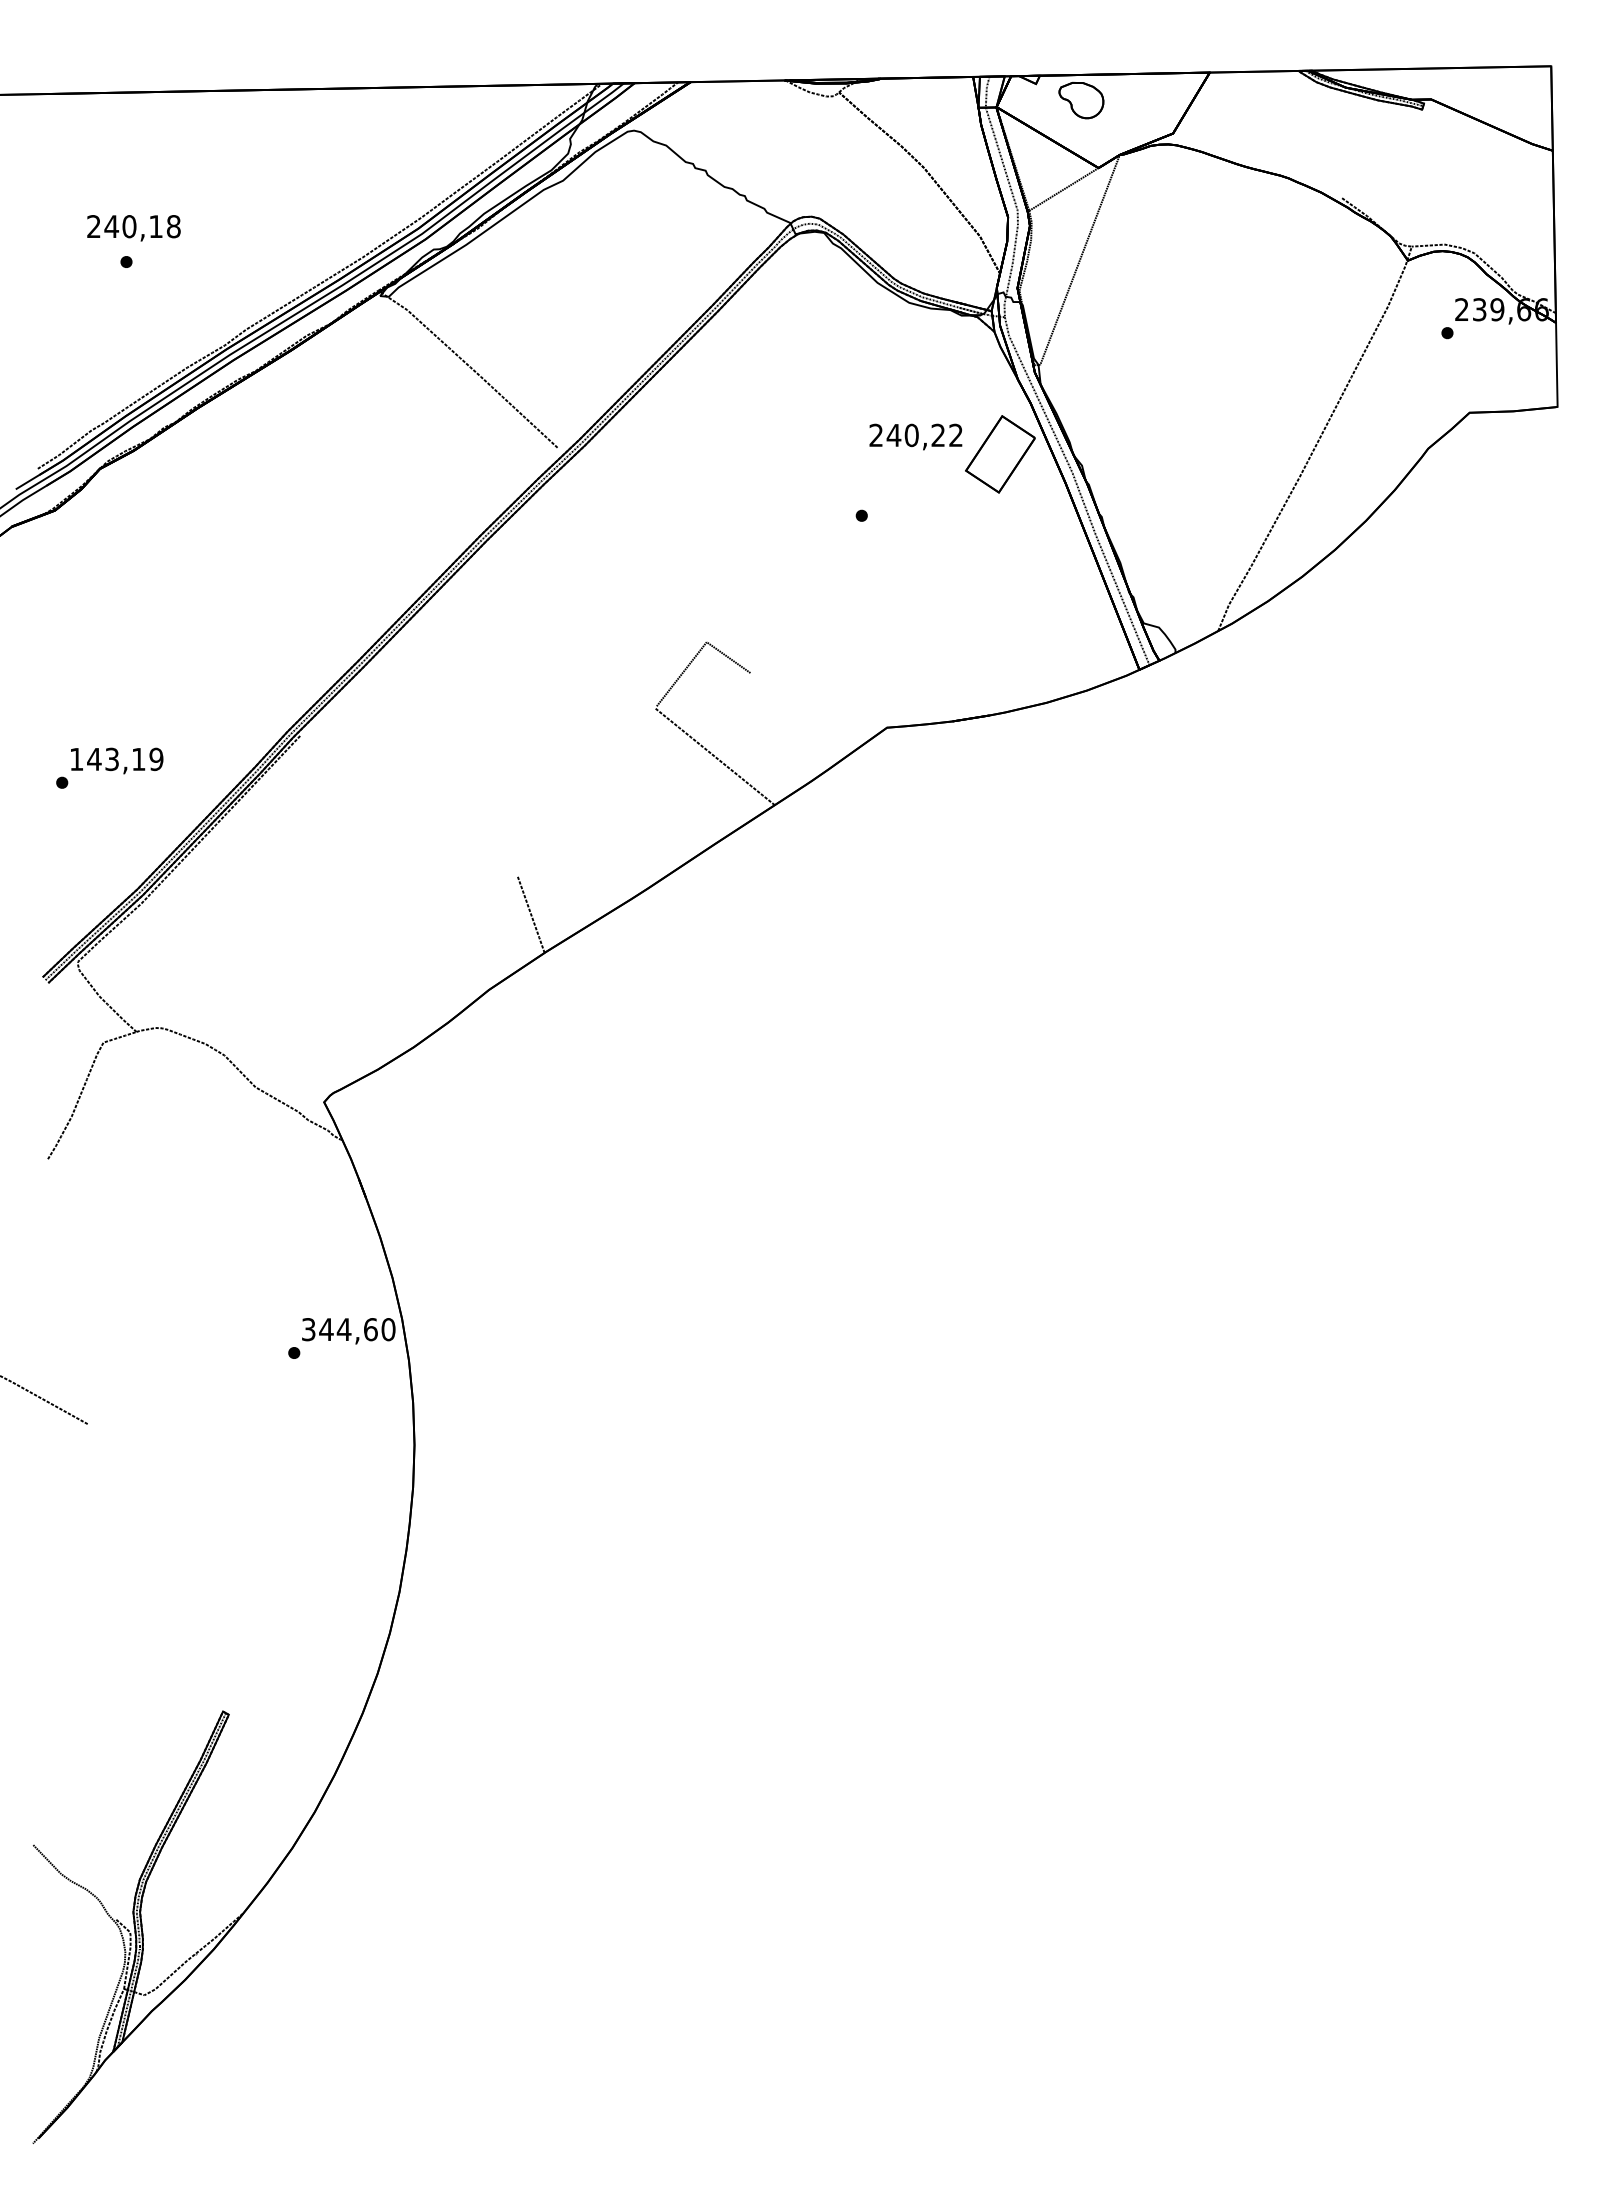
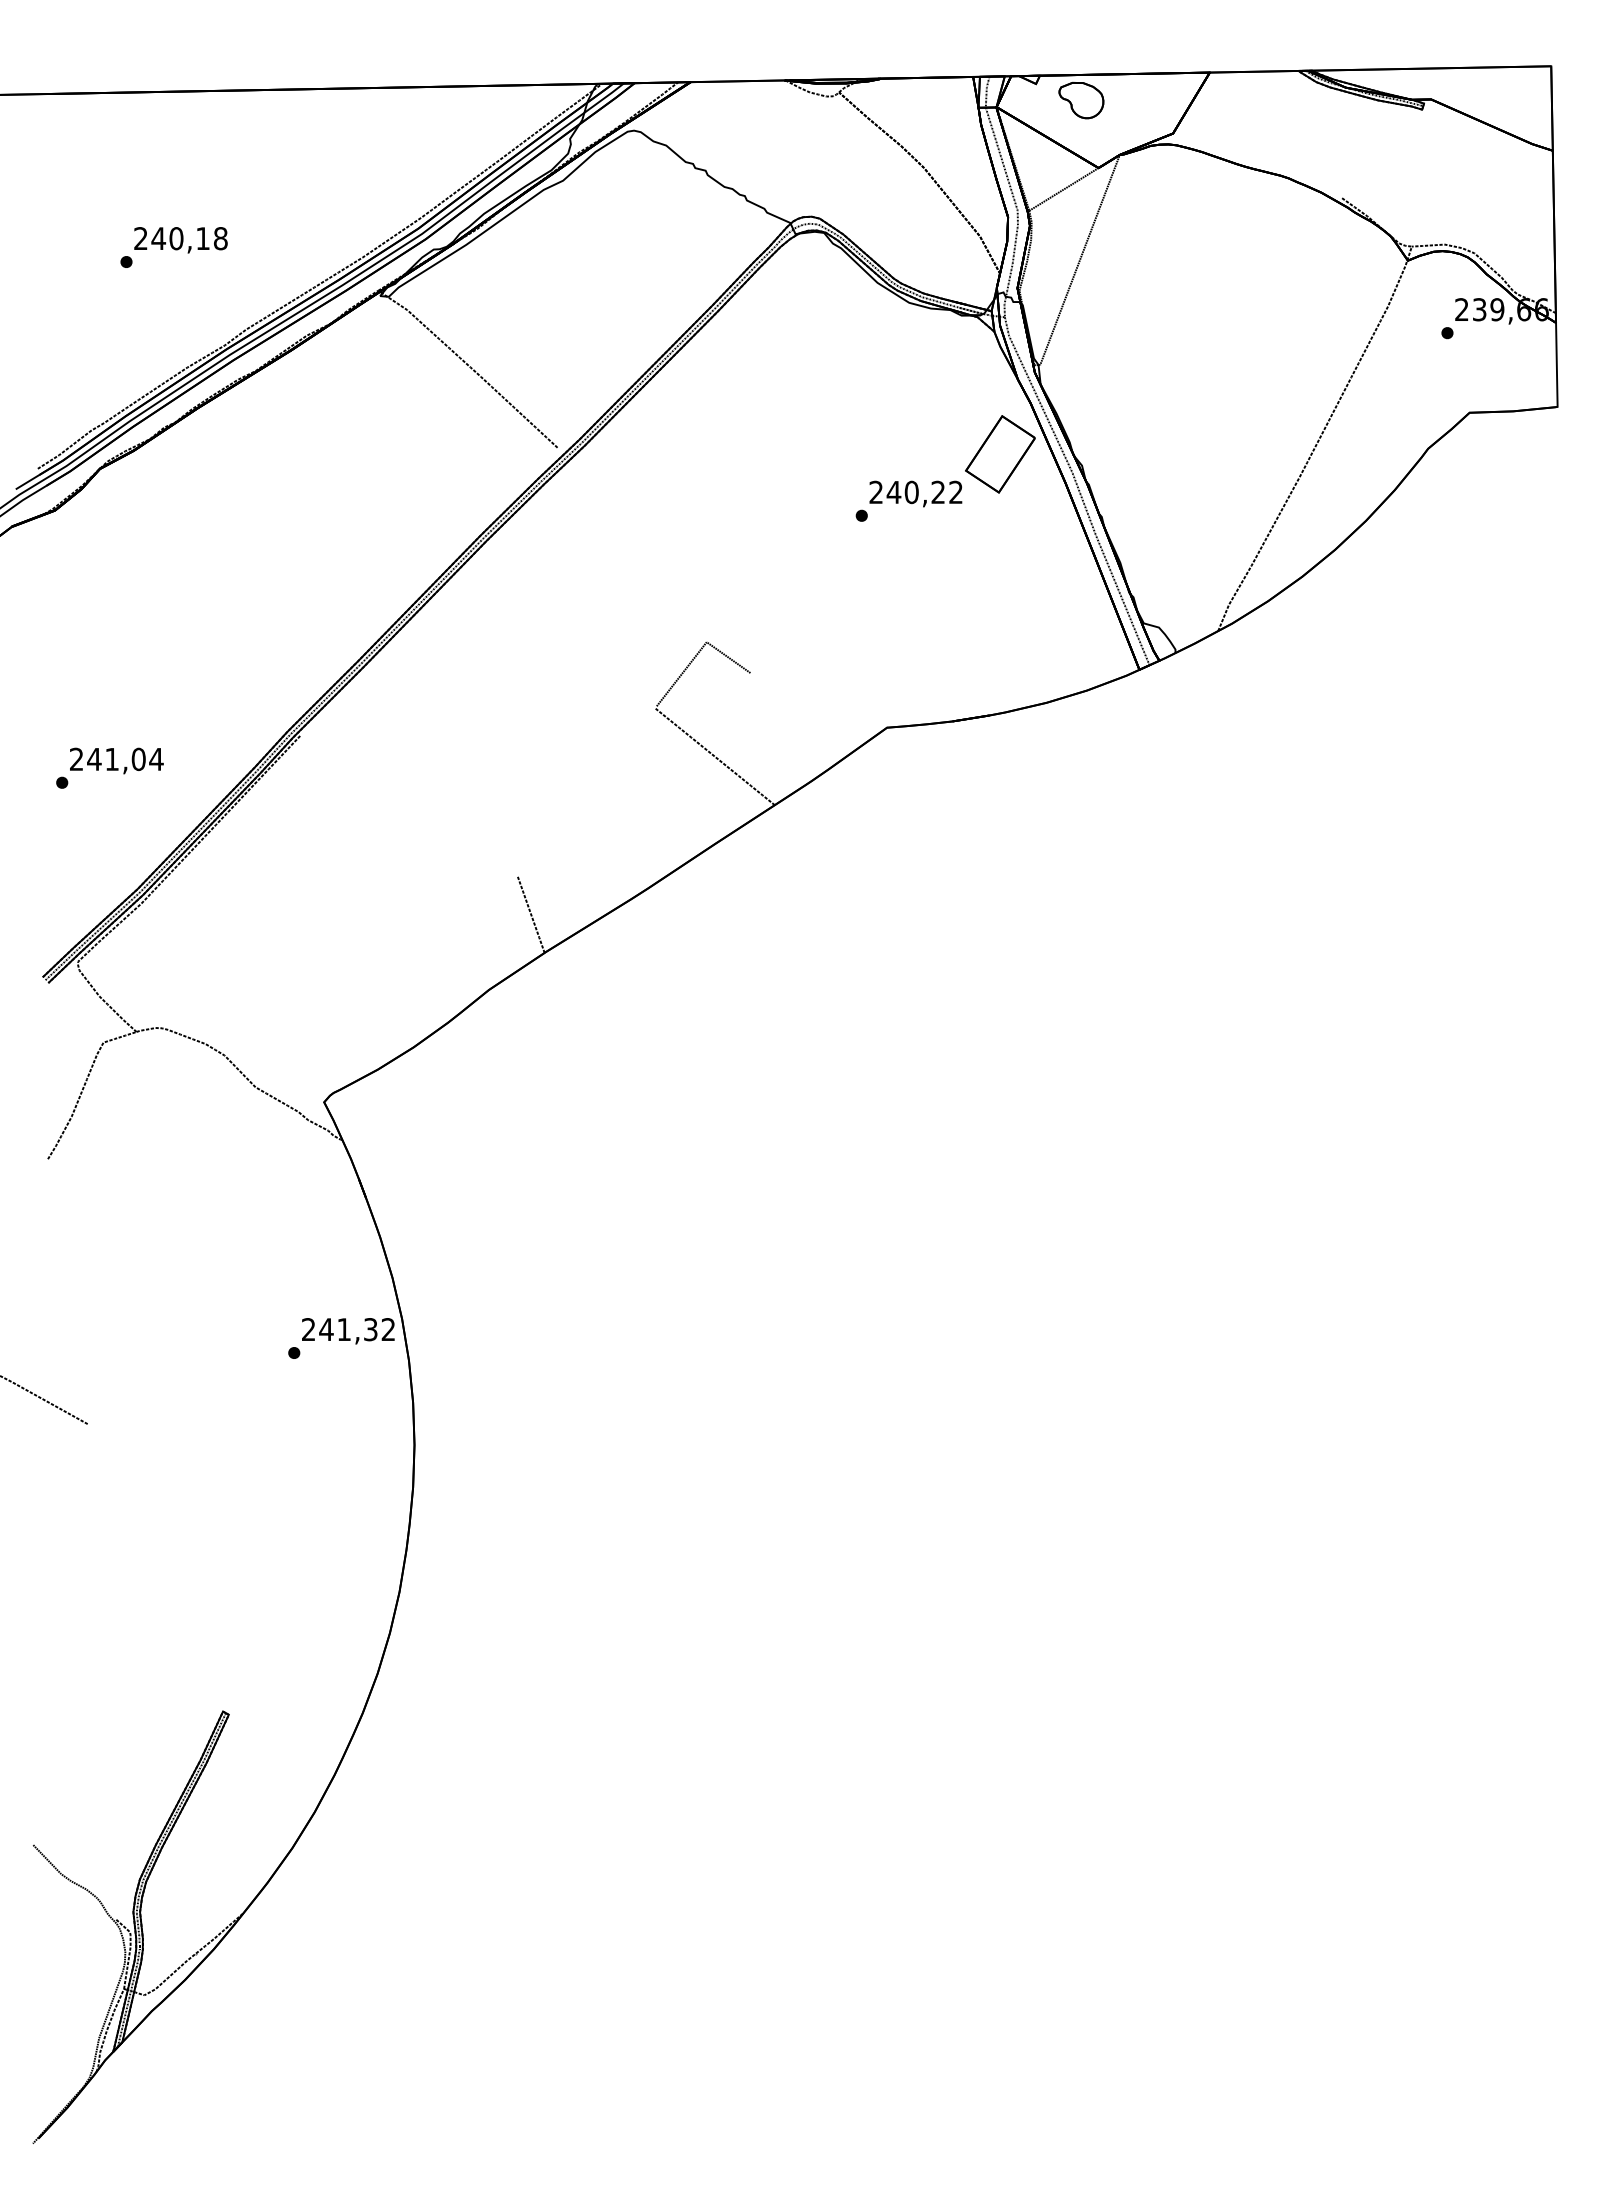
text at (133, 228) position: (133, 228) -> (180, 240)
text at (915, 436) position: (915, 436) -> (915, 493)
text at (116, 759): 143,19 -> 241,04
text at (348, 1329): 344,60 -> 241,32
